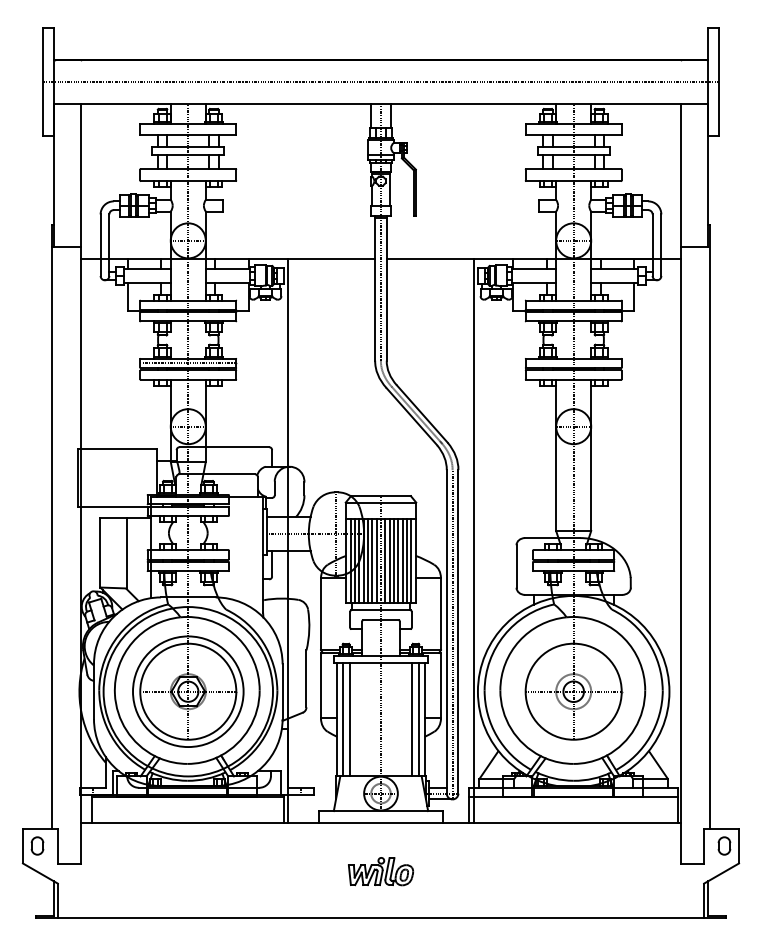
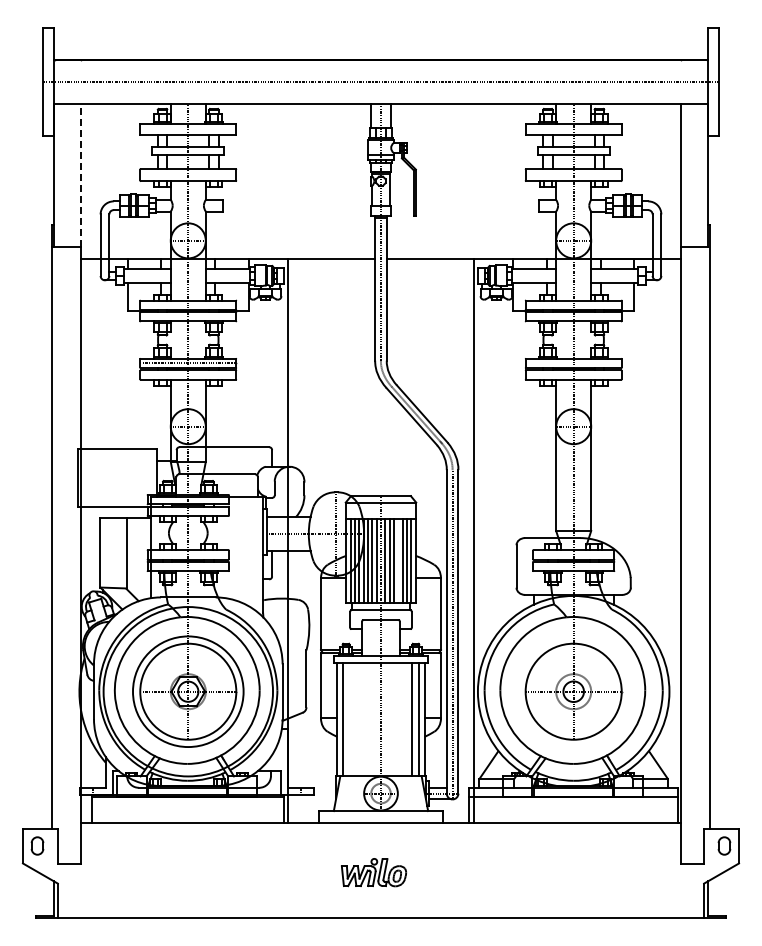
line at (80, 175): solid -> dashed
line at (398, 560): present -> none
line at (349, 719): present -> none
part at (380, 871) position: (380, 871) -> (373, 872)
